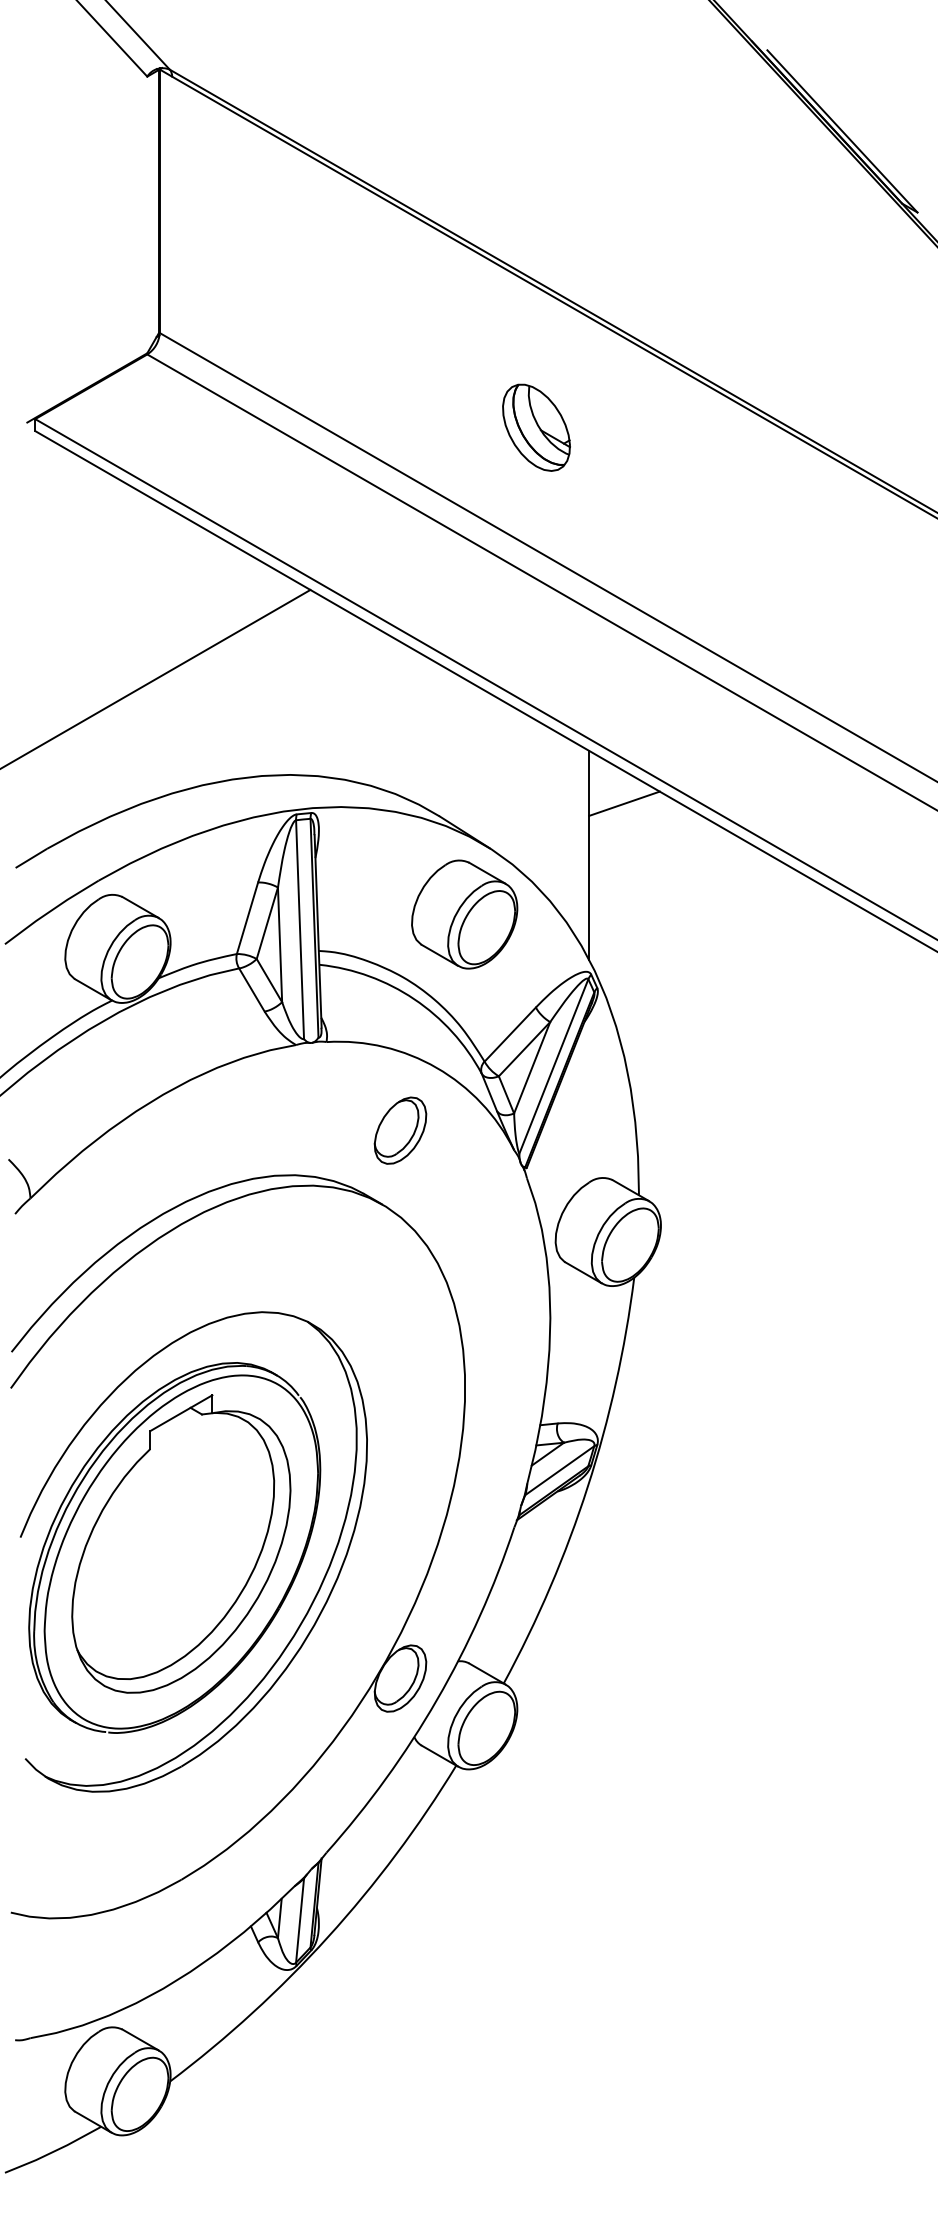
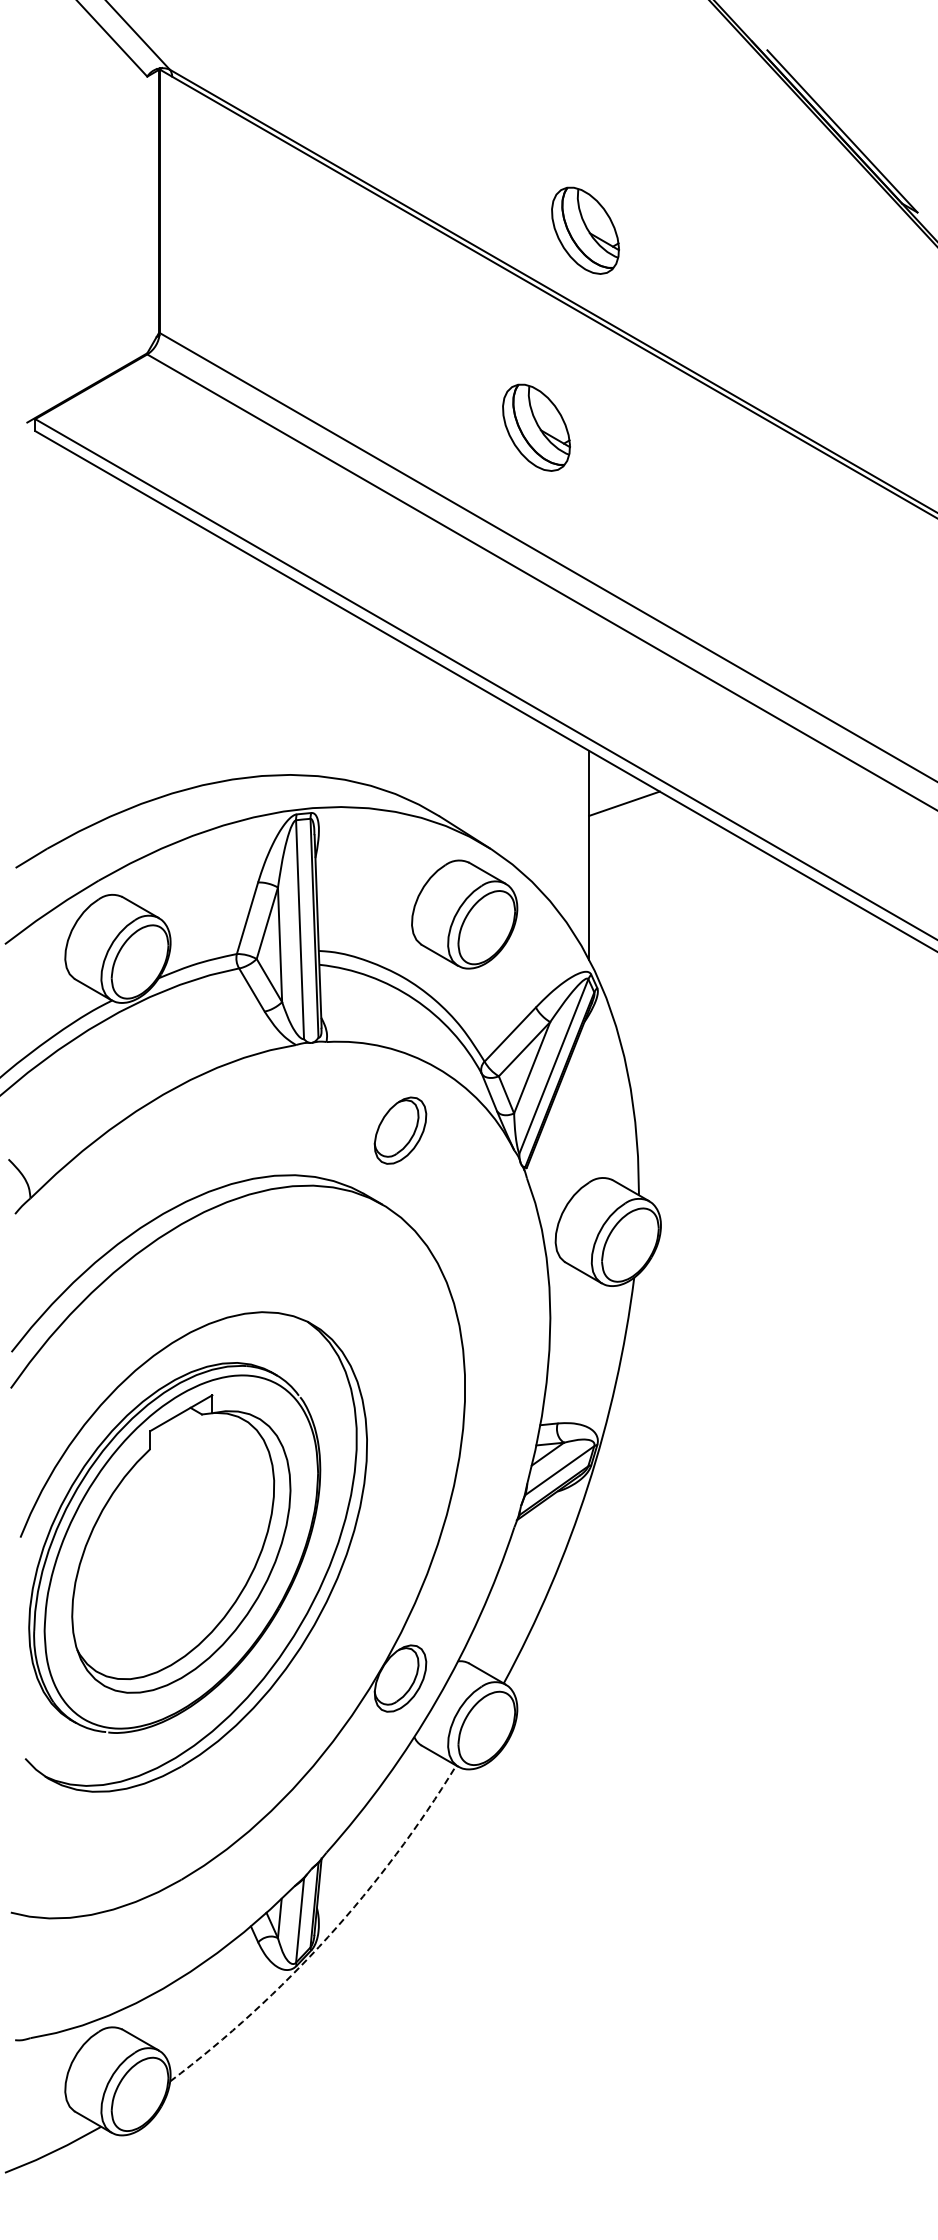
part at (585, 230): none -> present
line at (156, 678): present -> none
arc at (328, 1937): solid -> dashed
